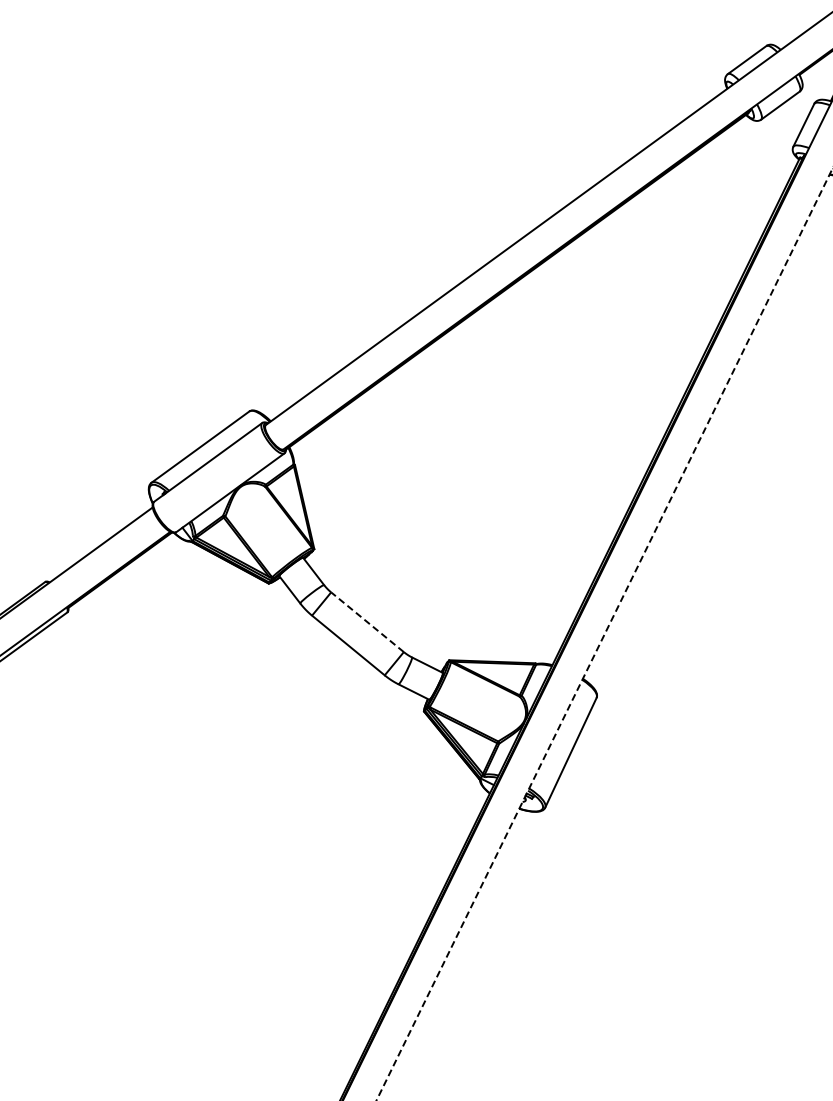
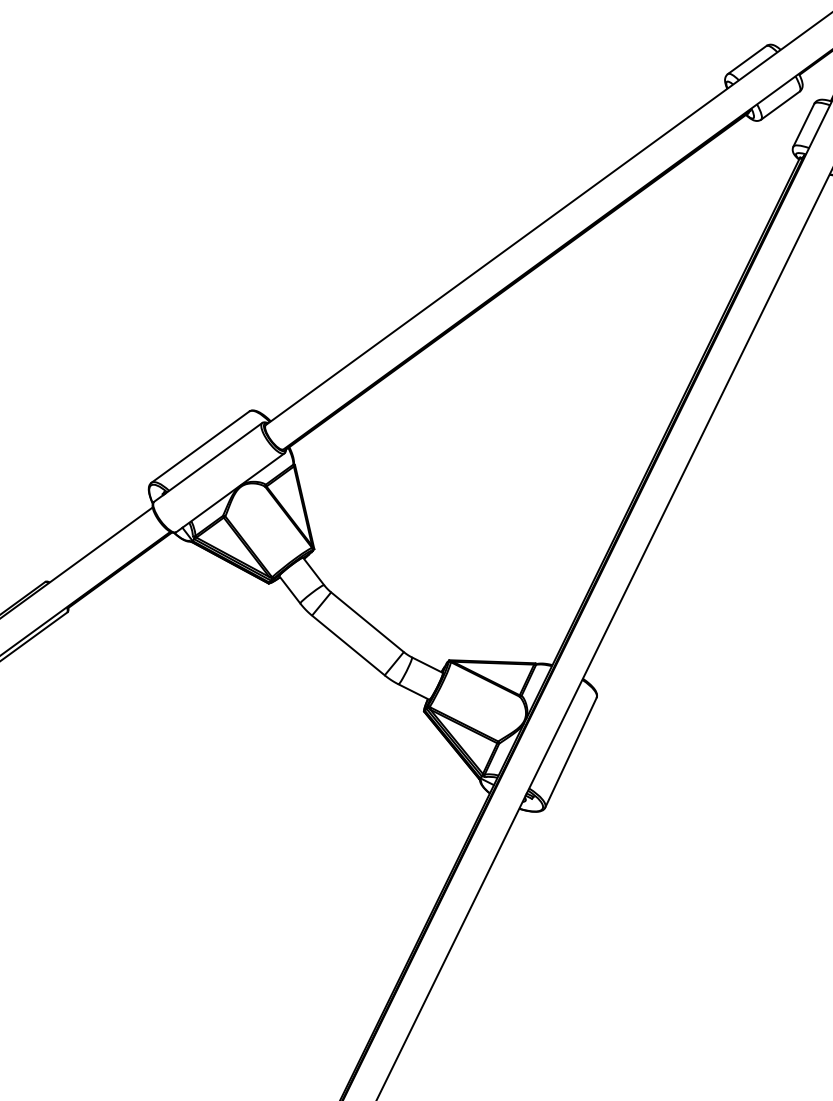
line at (367, 621): dashed -> solid
line at (604, 634): dashed -> solid
